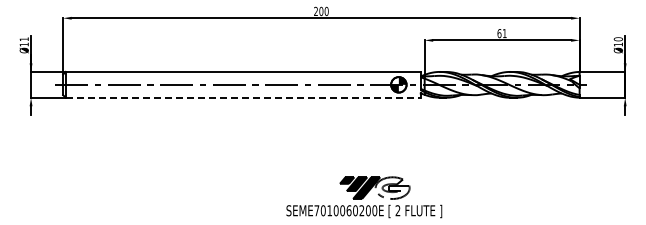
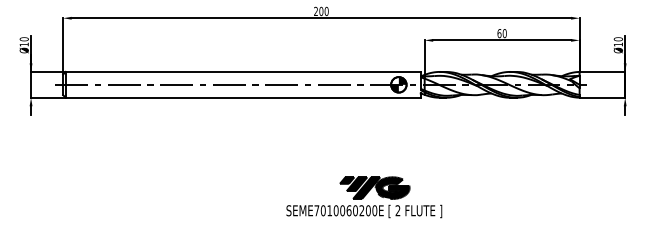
text at (504, 33): 61 -> 60
text at (23, 39): Ø11 -> Ø10
line at (243, 97): dashed -> solid
fill at (392, 187): none -> present
